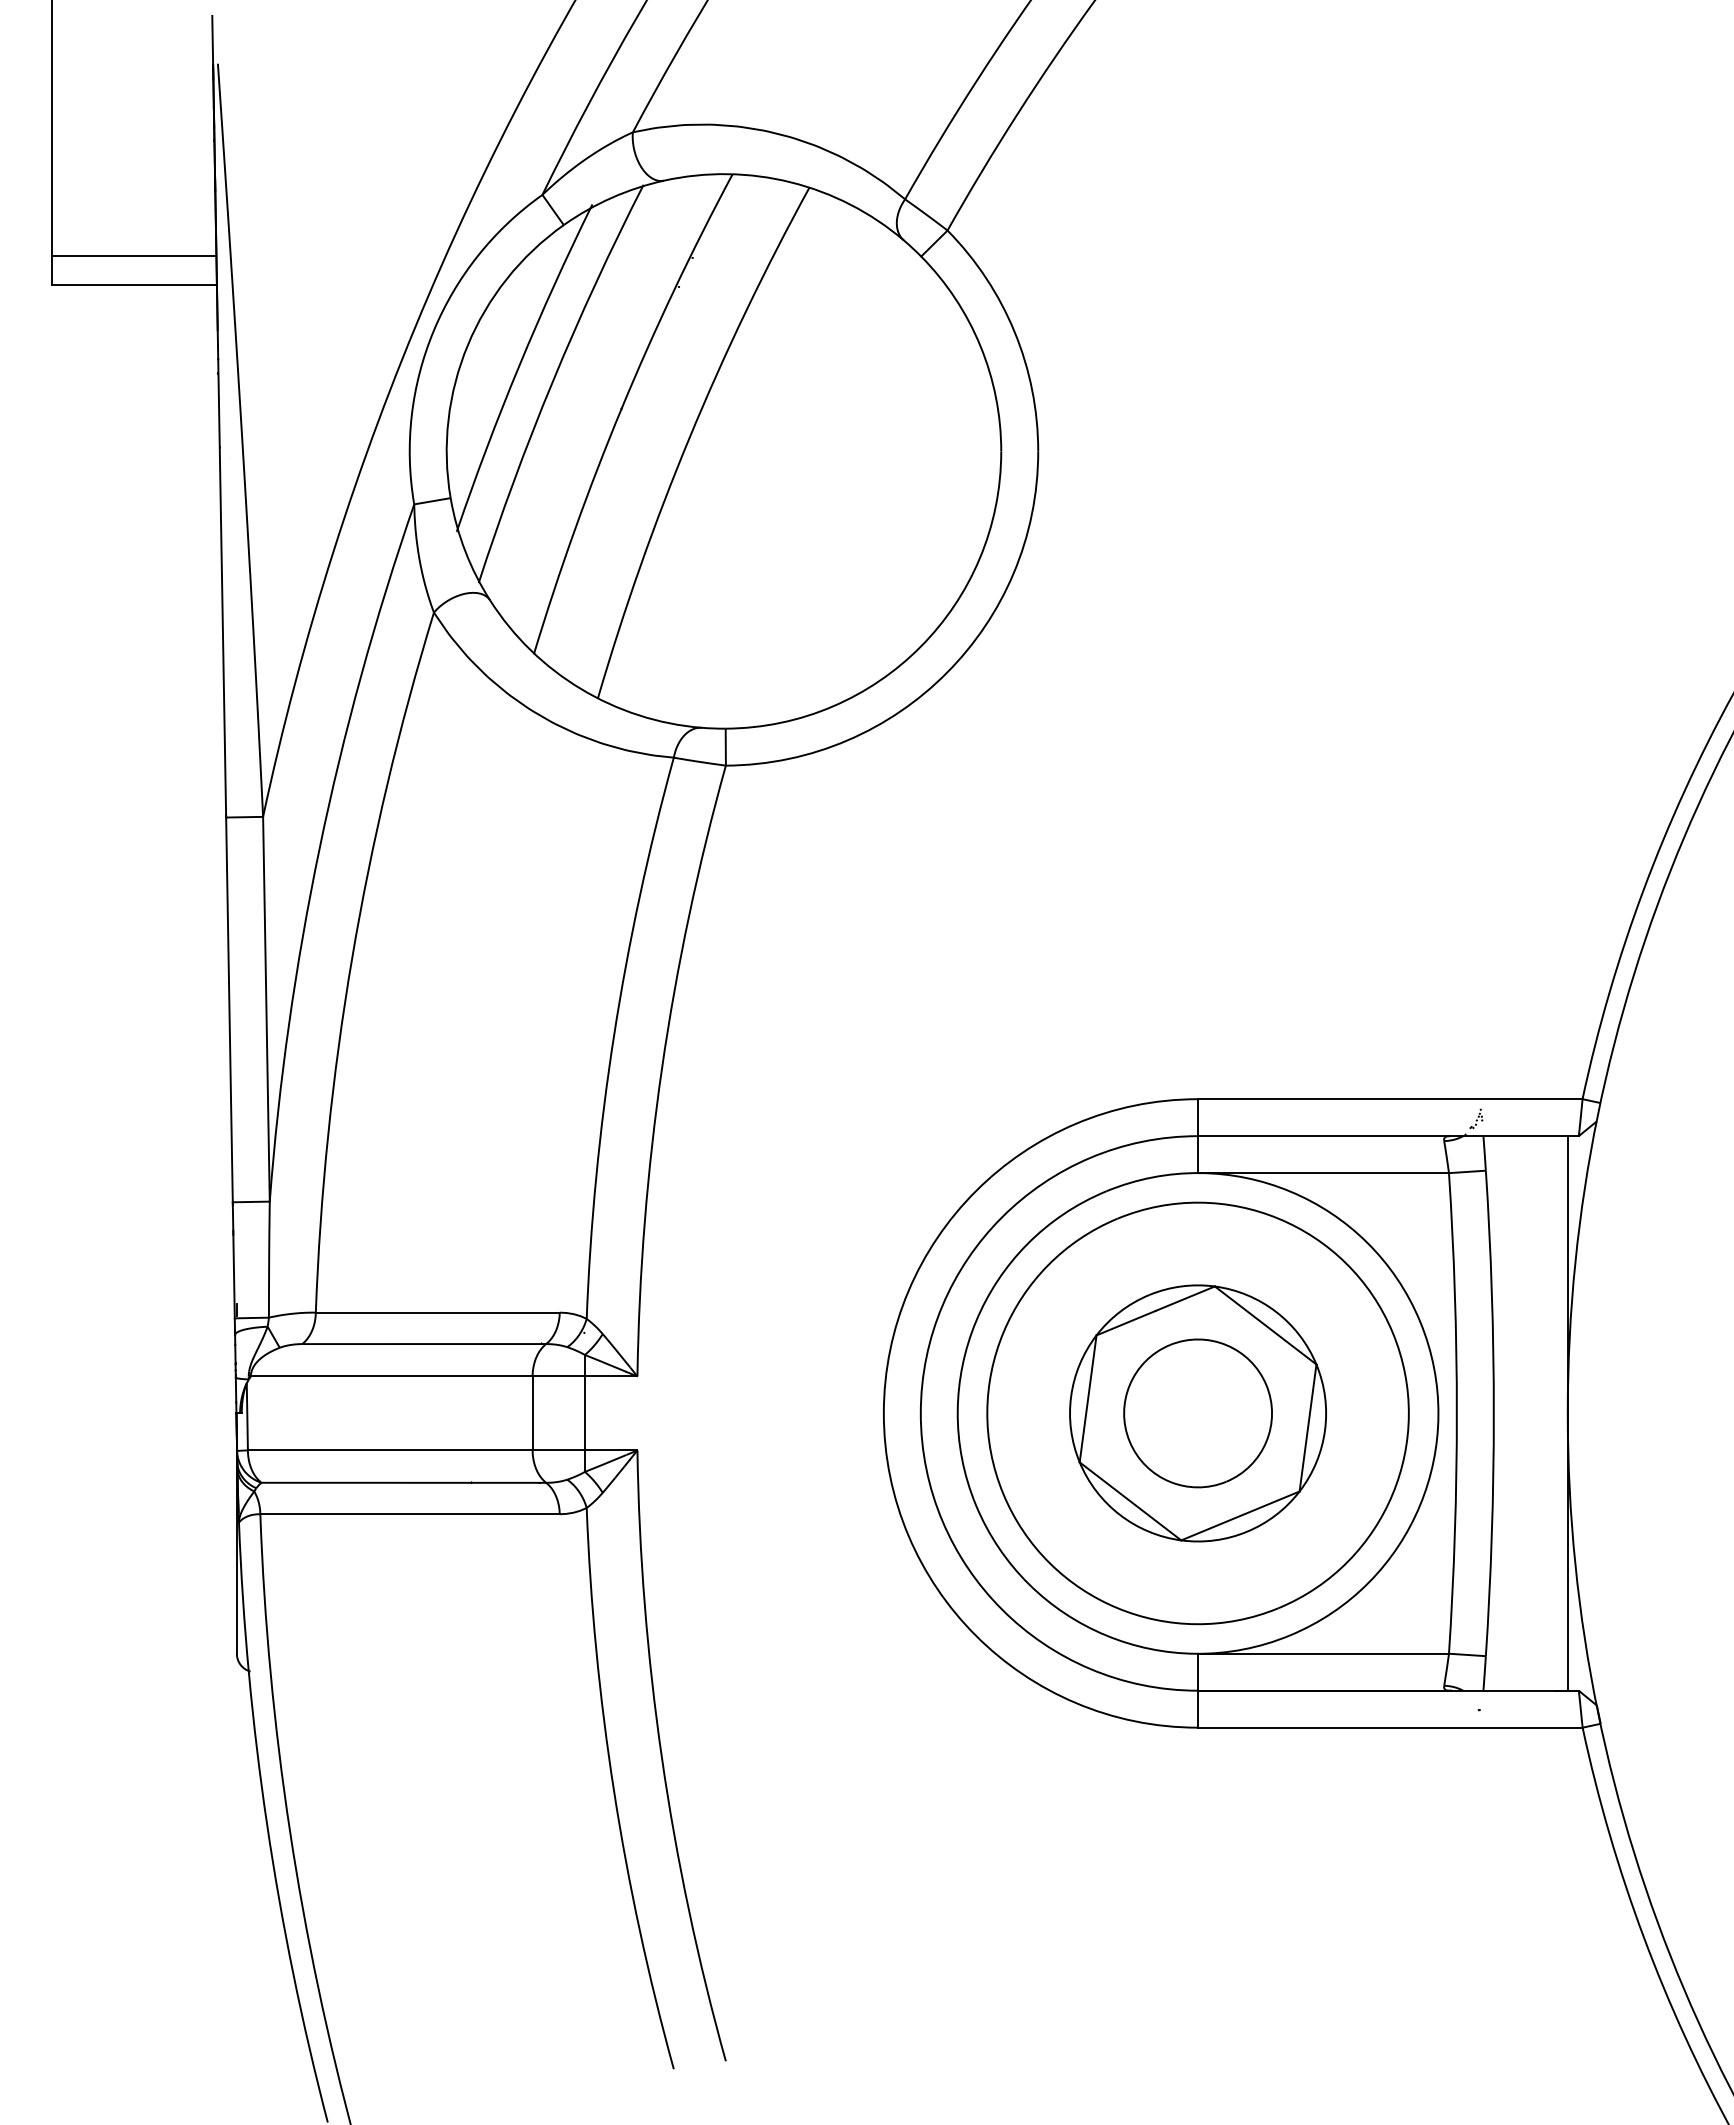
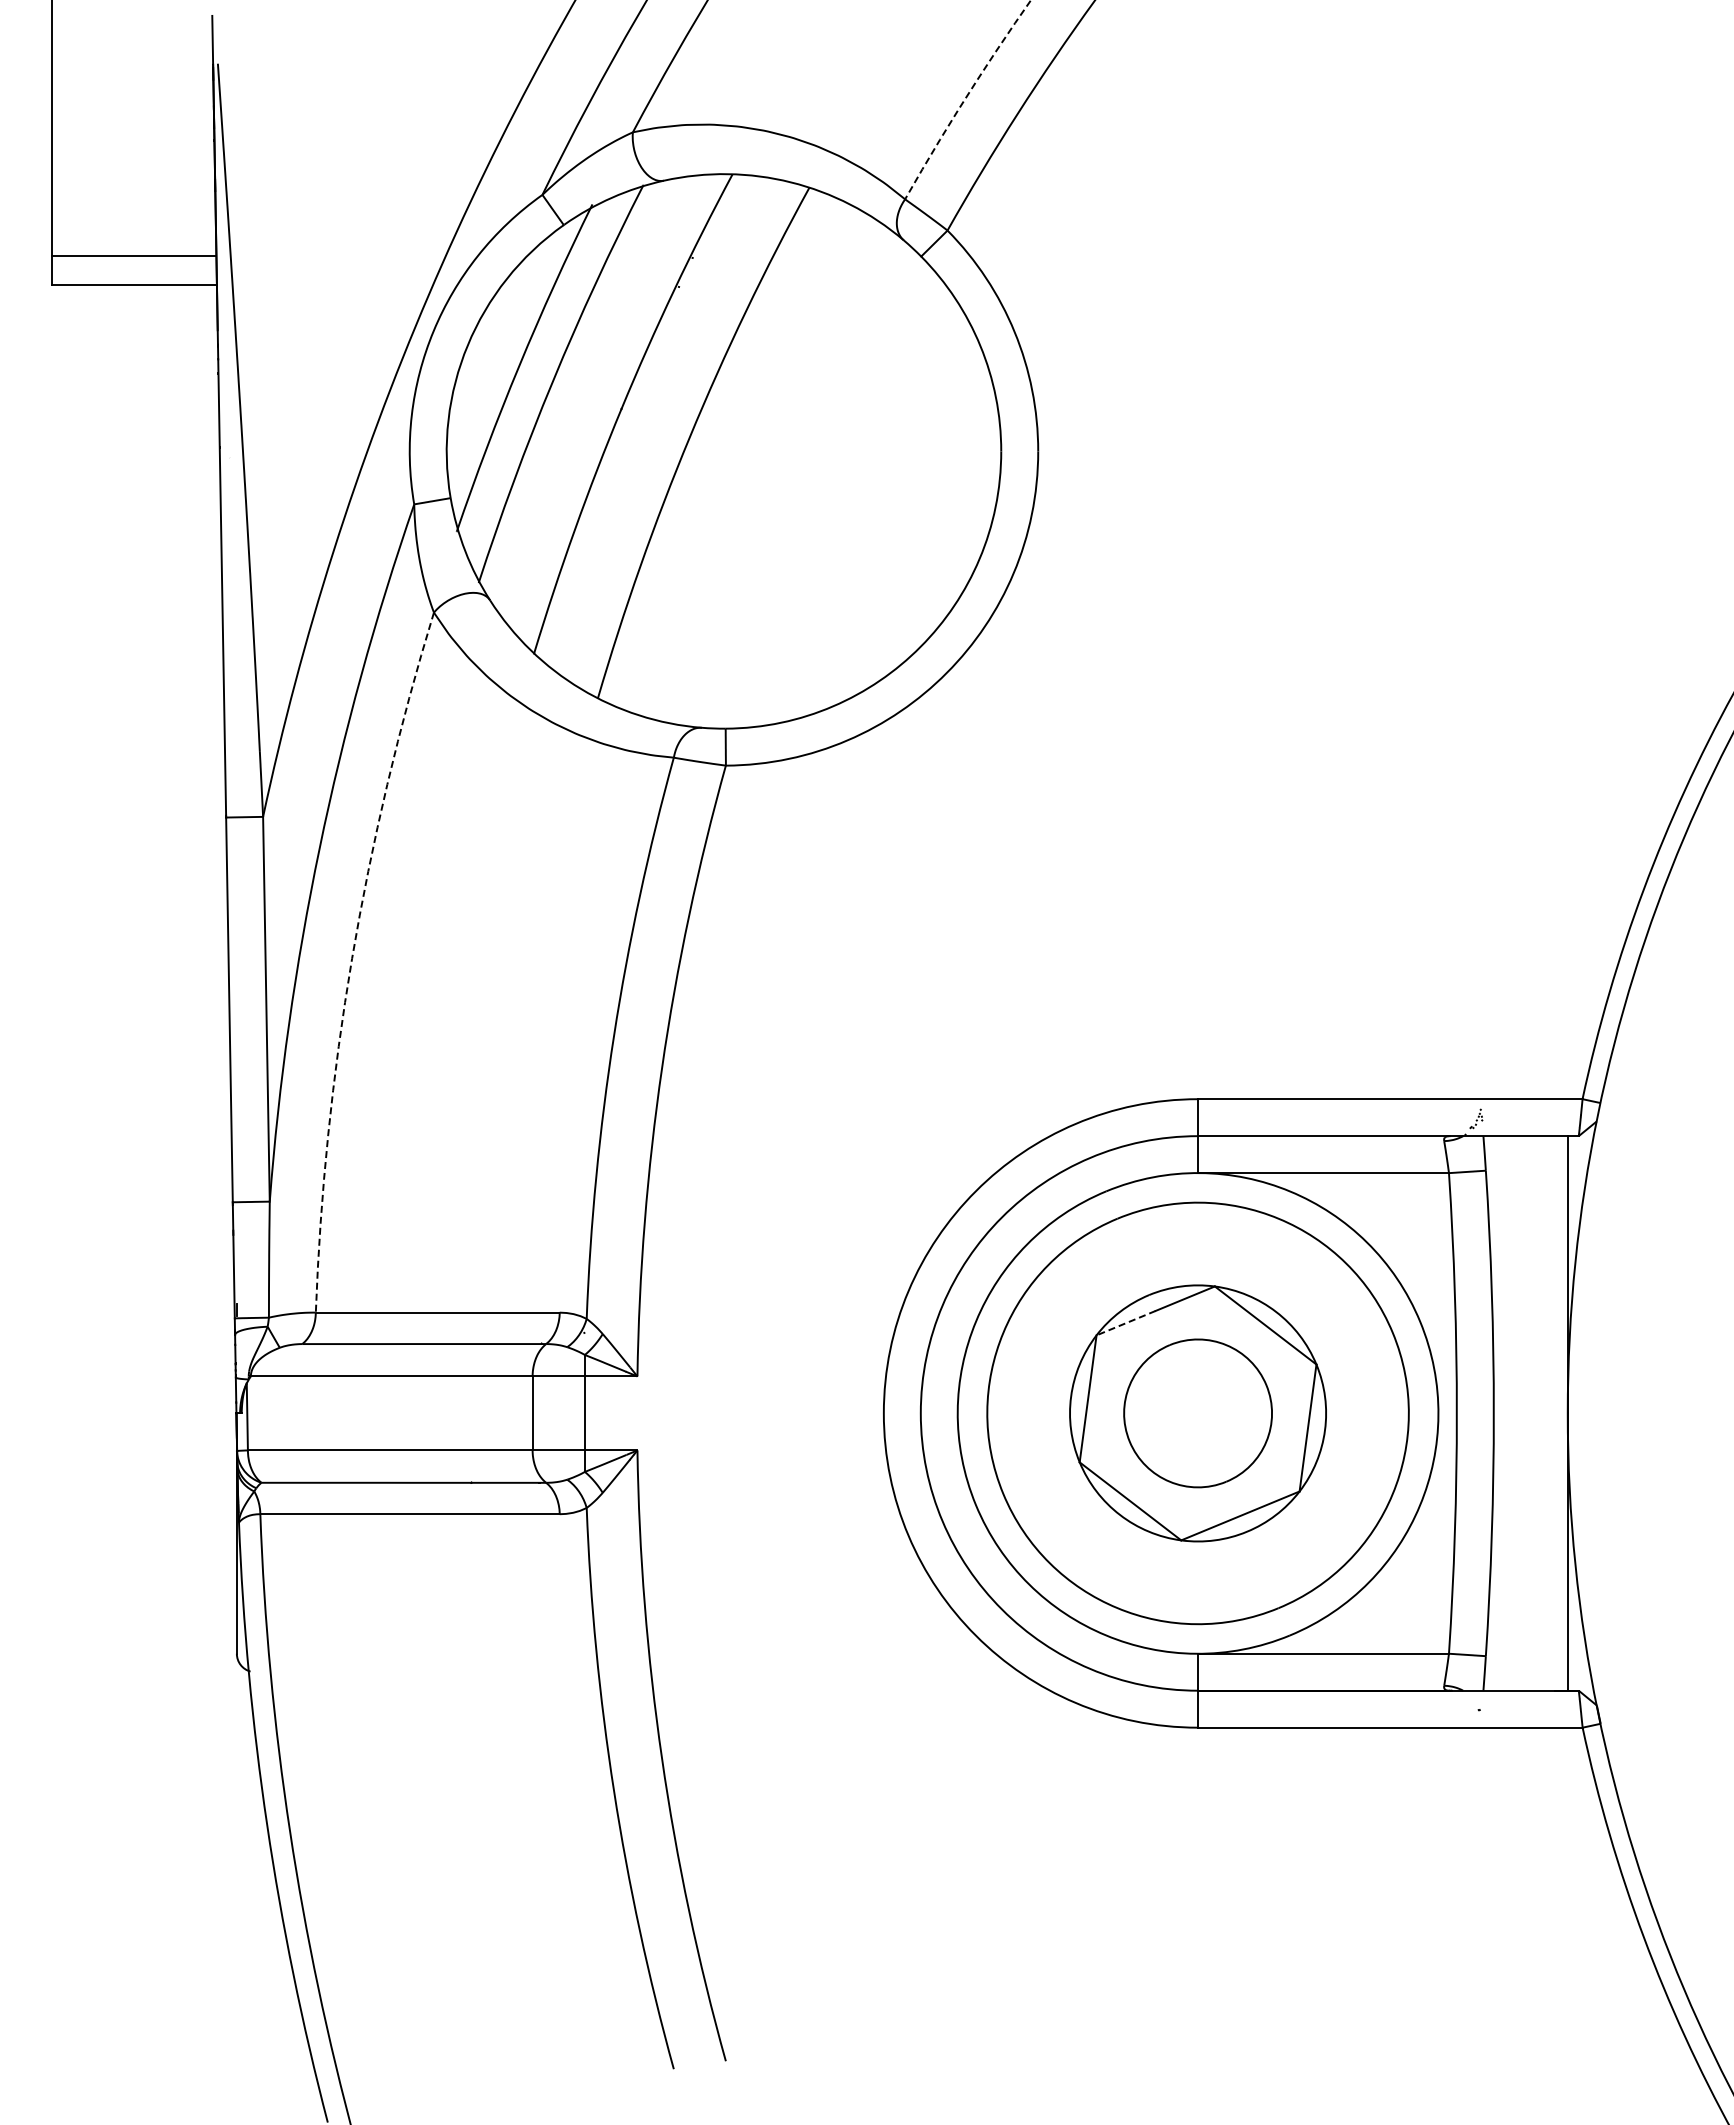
arc at (965, 98): solid -> dashed
arc at (352, 958): solid -> dashed
line at (1125, 1323): solid -> dashed
